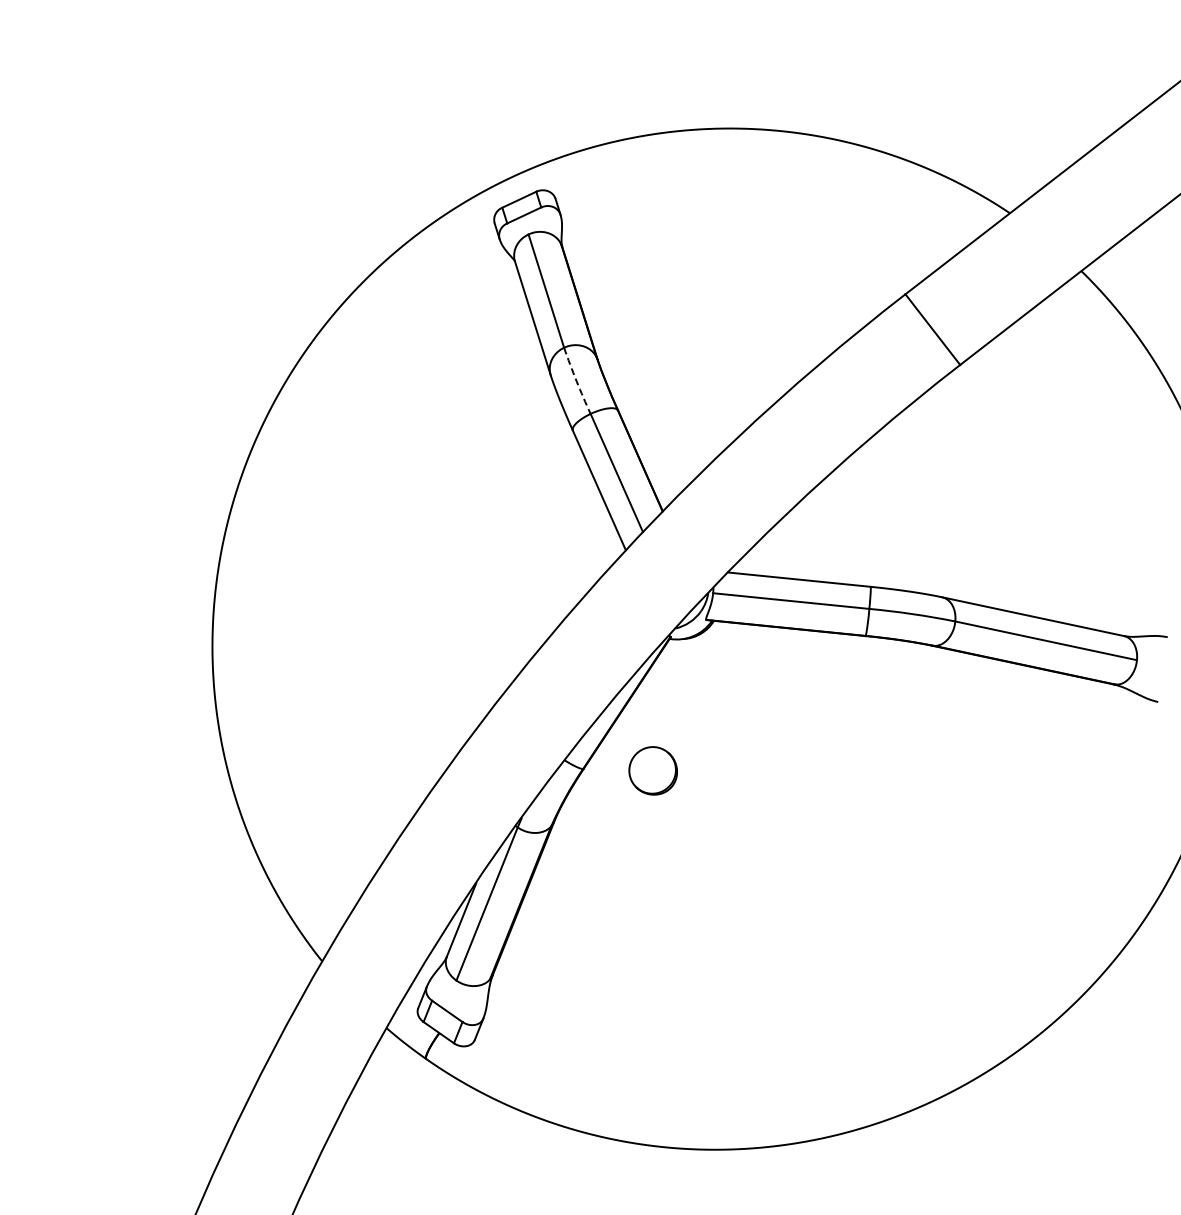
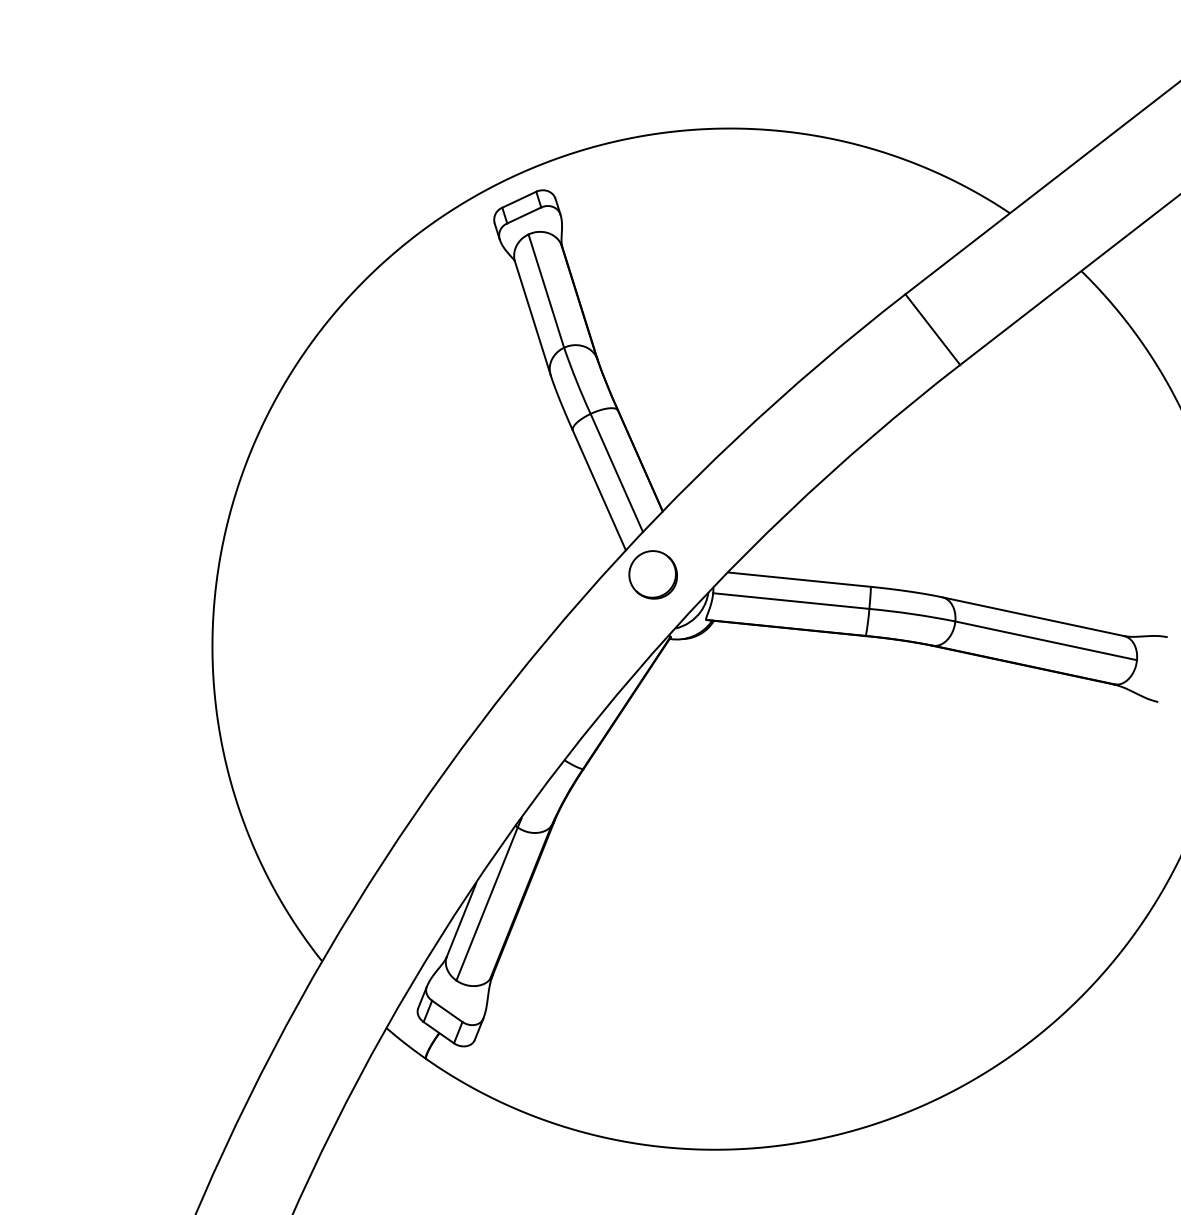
arc at (576, 381): dashed -> solid
part at (652, 770) position: (652, 770) -> (652, 574)
